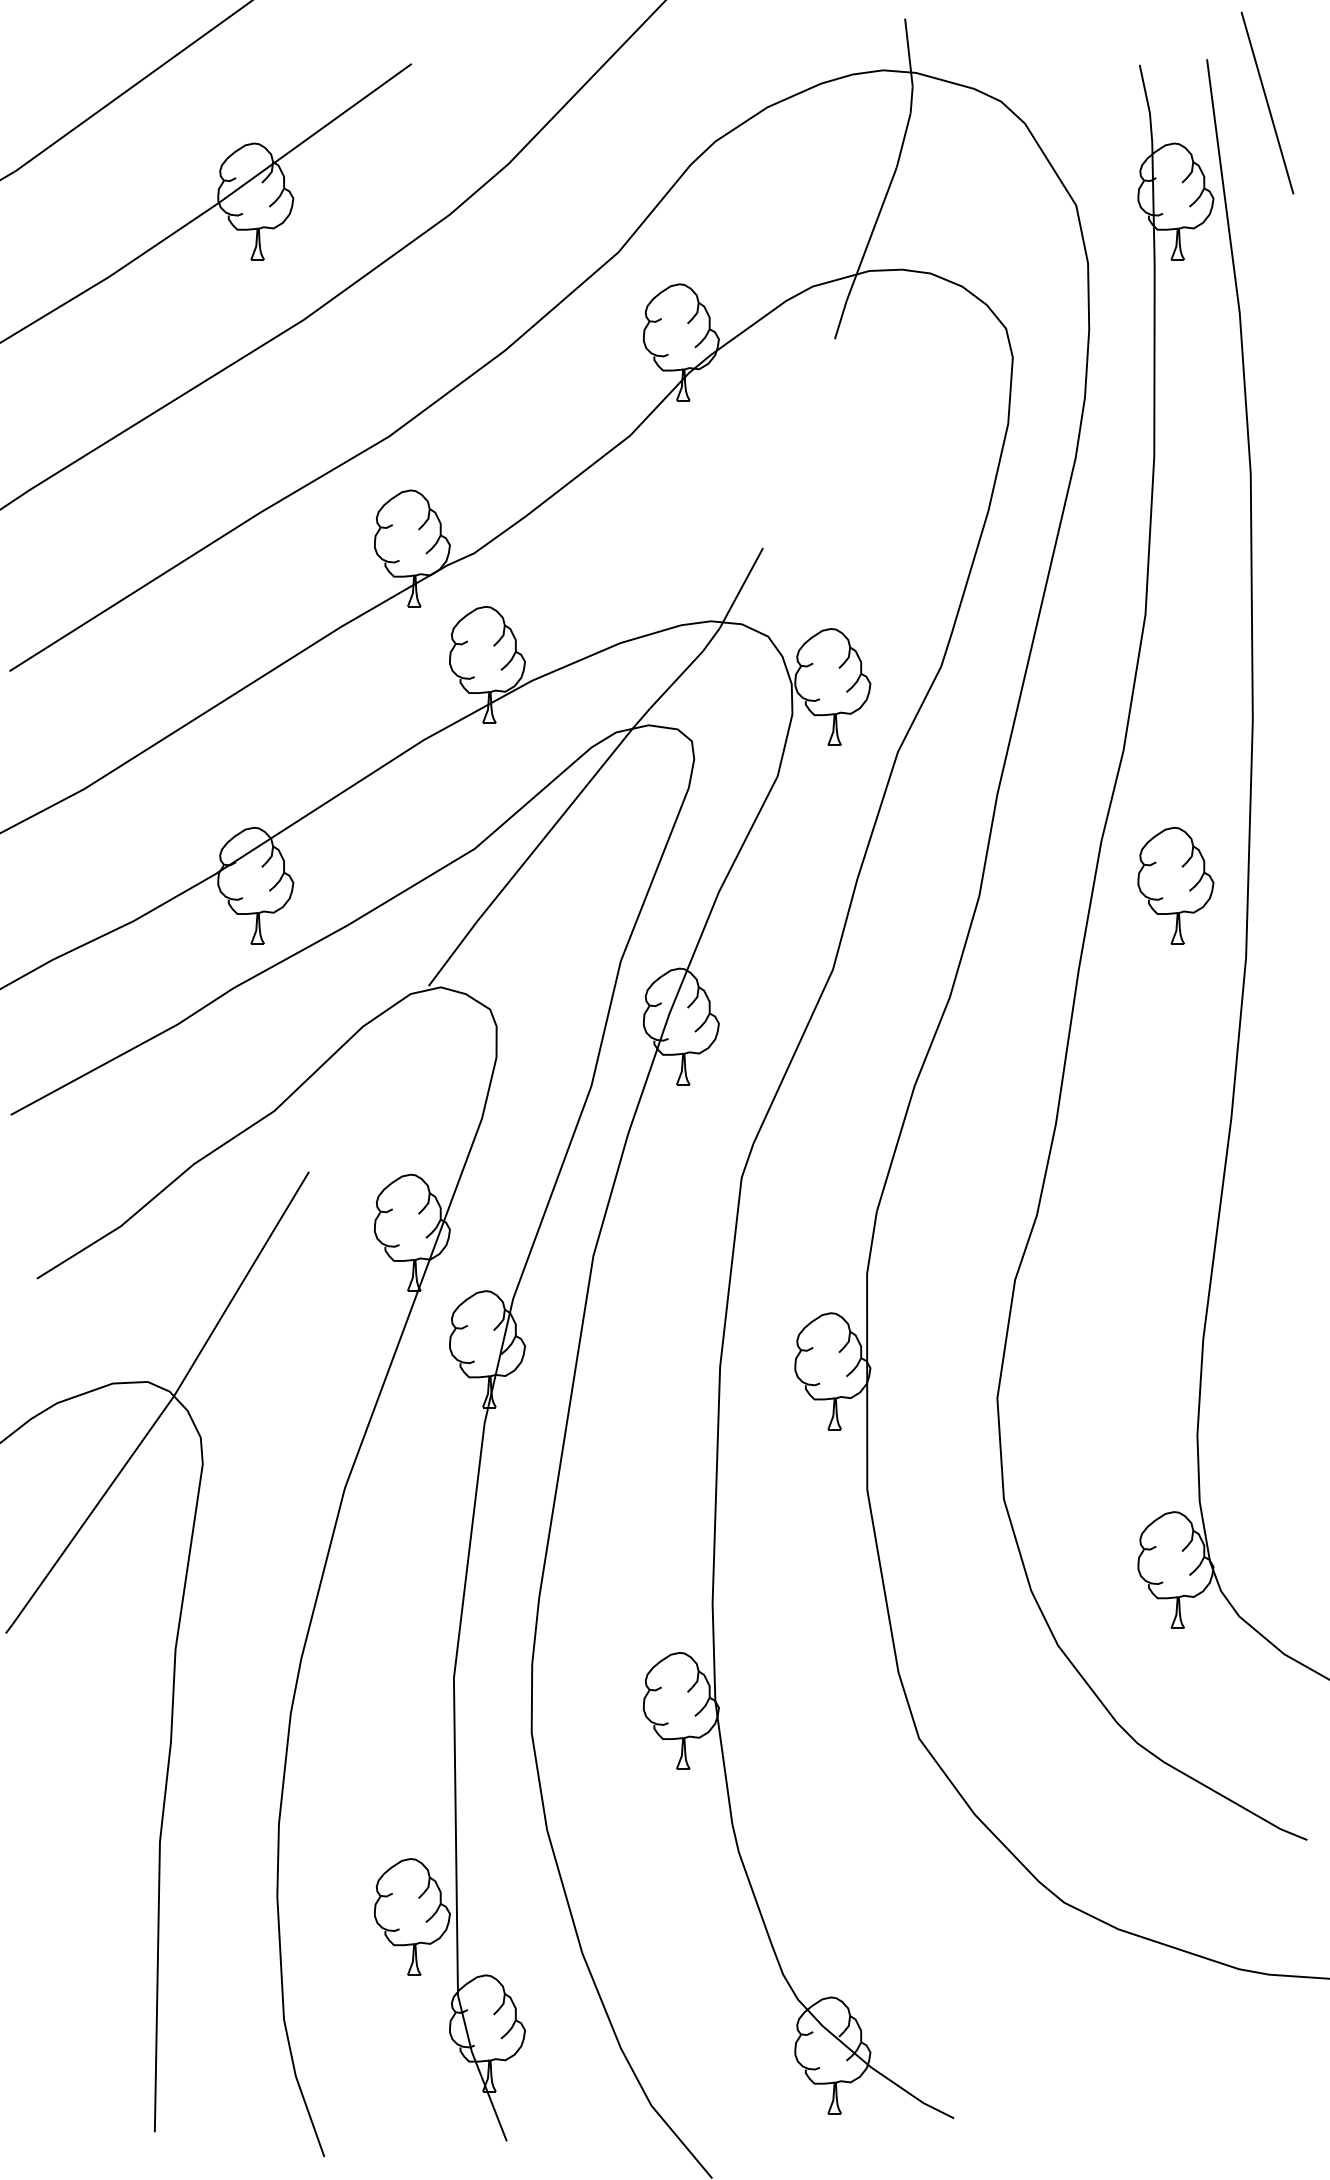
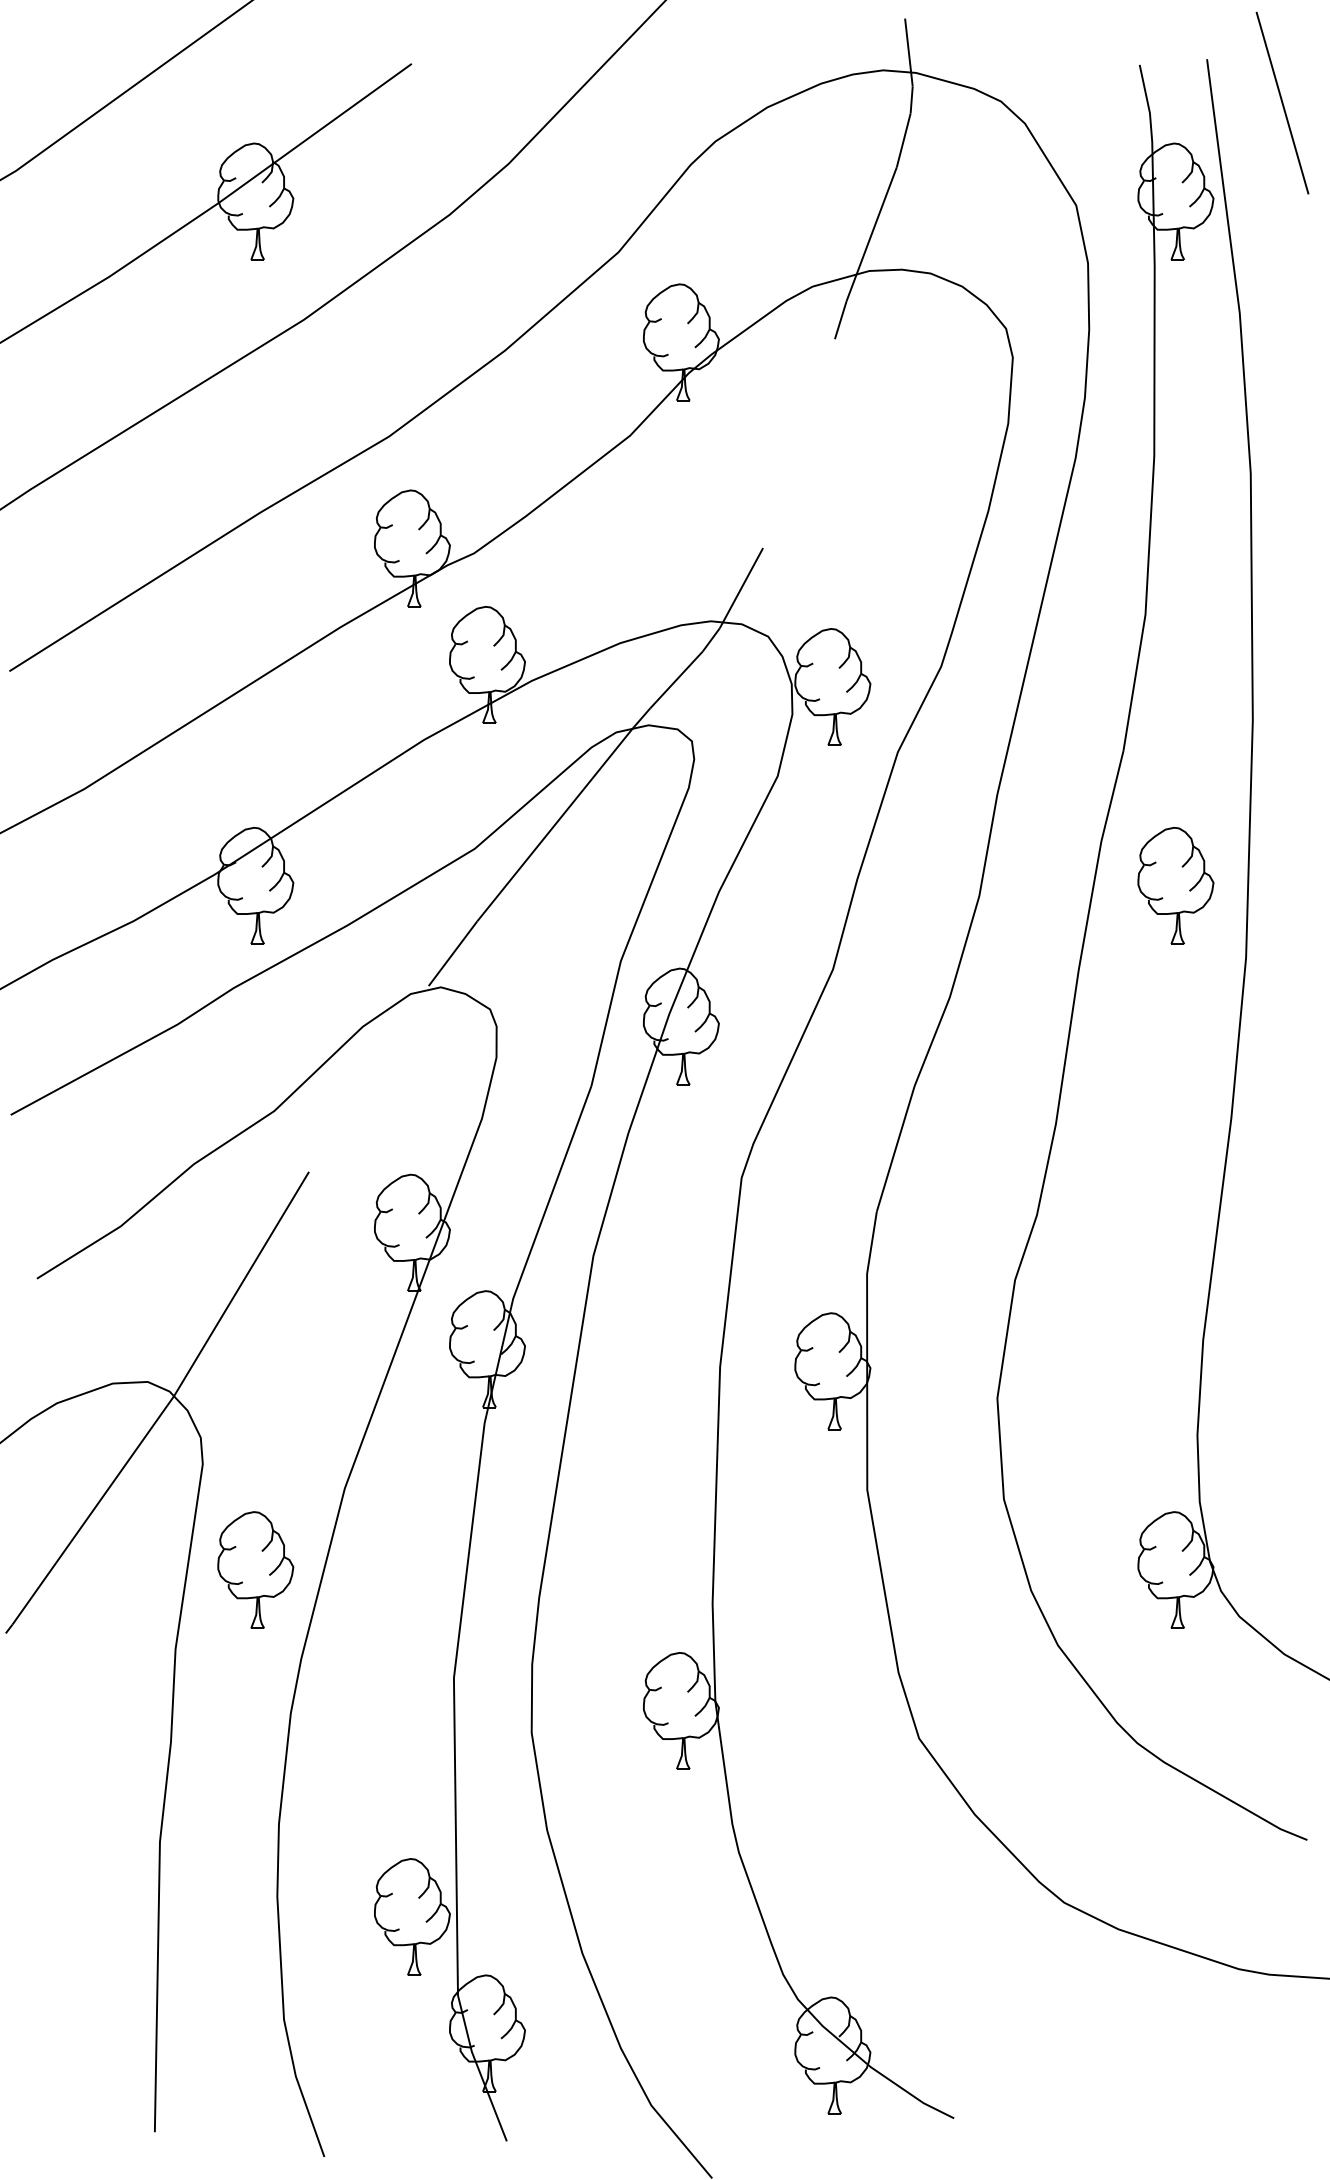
line at (1267, 102) position: (1267, 102) -> (1282, 102)
part at (255, 1569): none -> present
